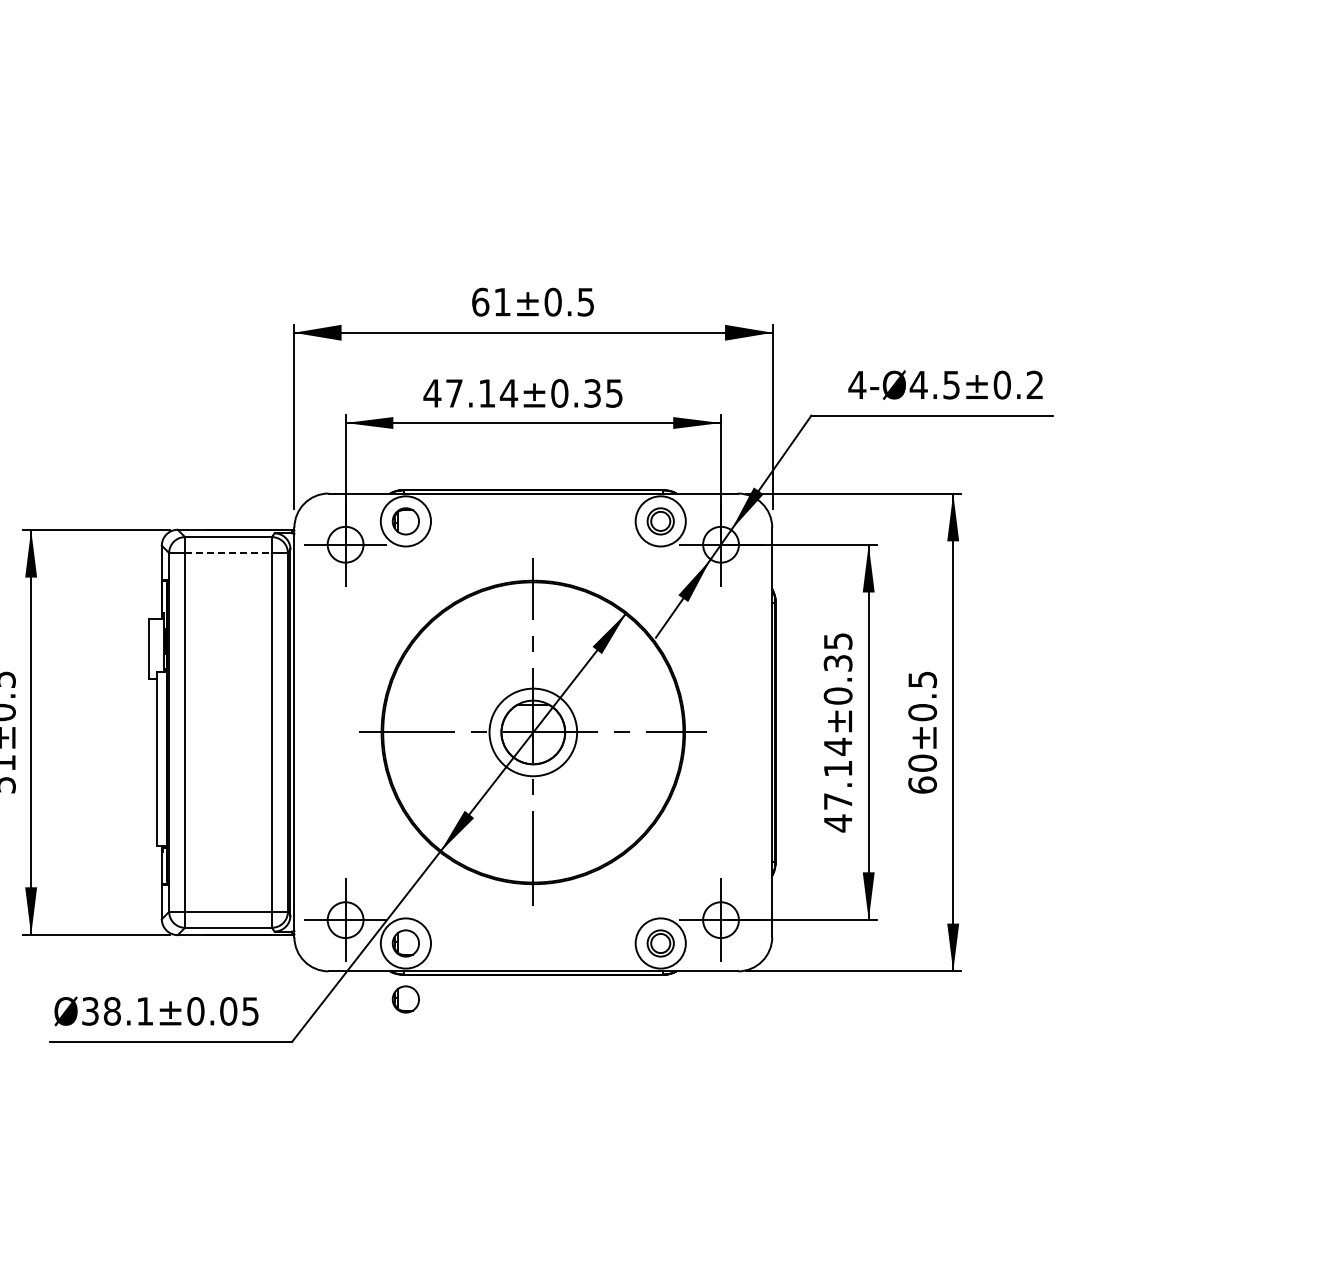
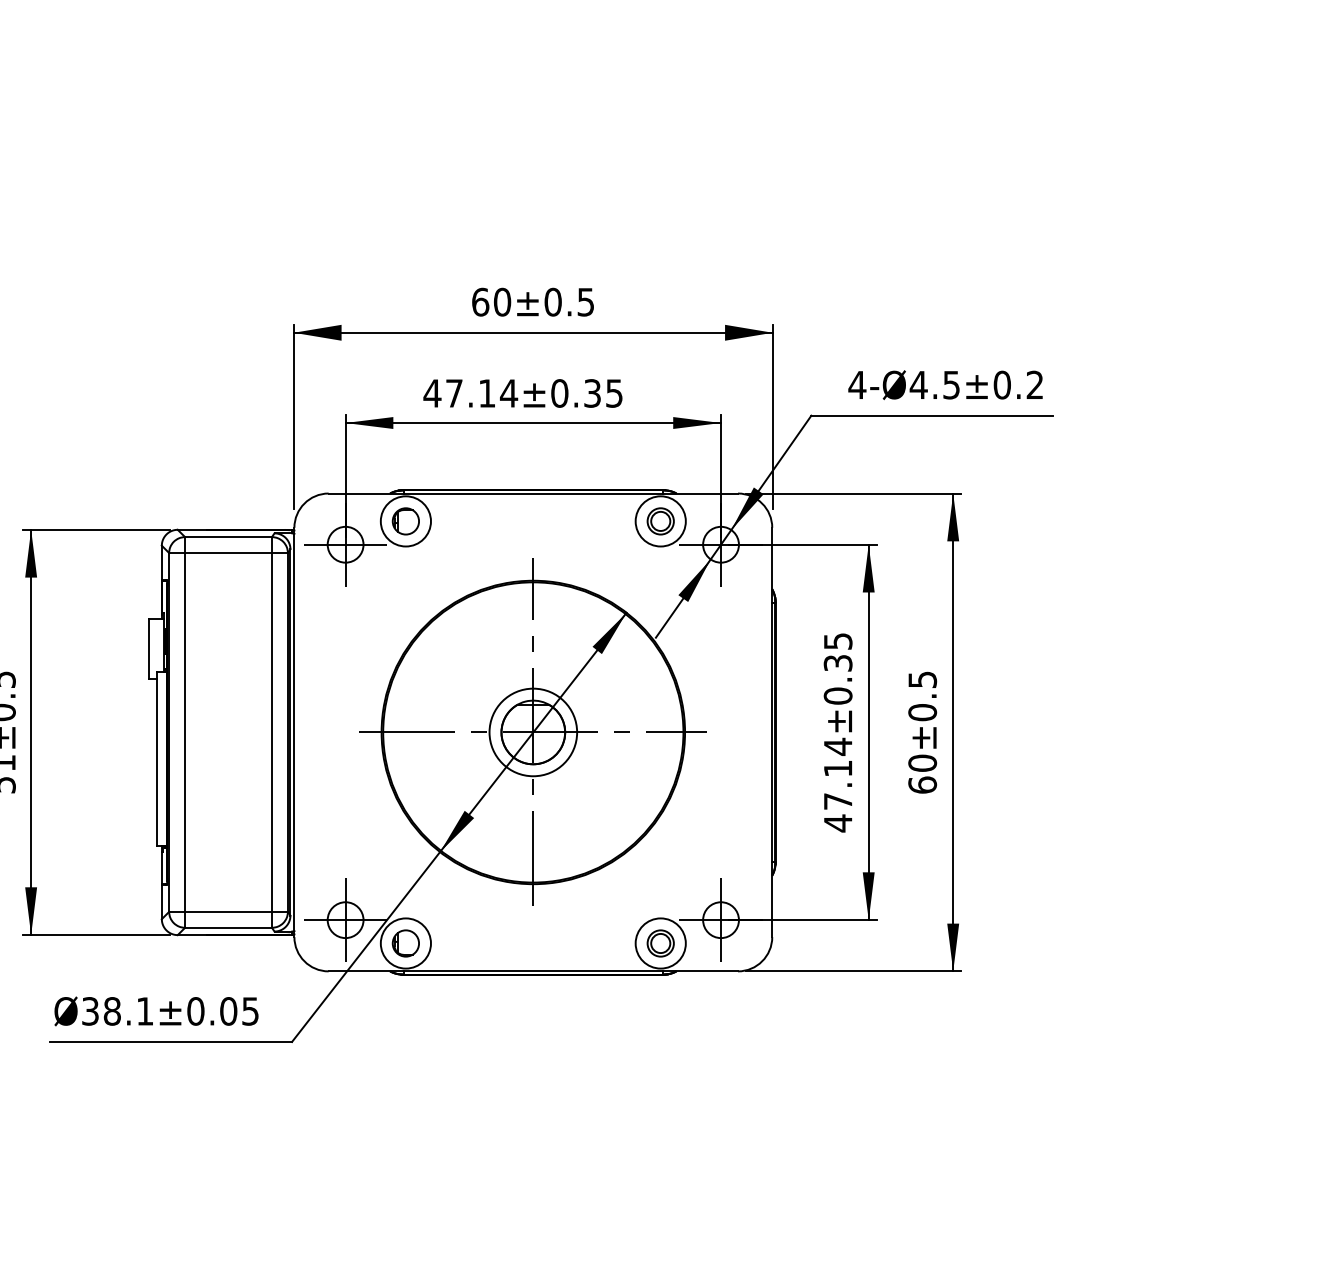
text at (502, 301): 61±0.5 -> 60±0.5
line at (229, 553): dashed -> solid
part at (405, 999): present -> none
